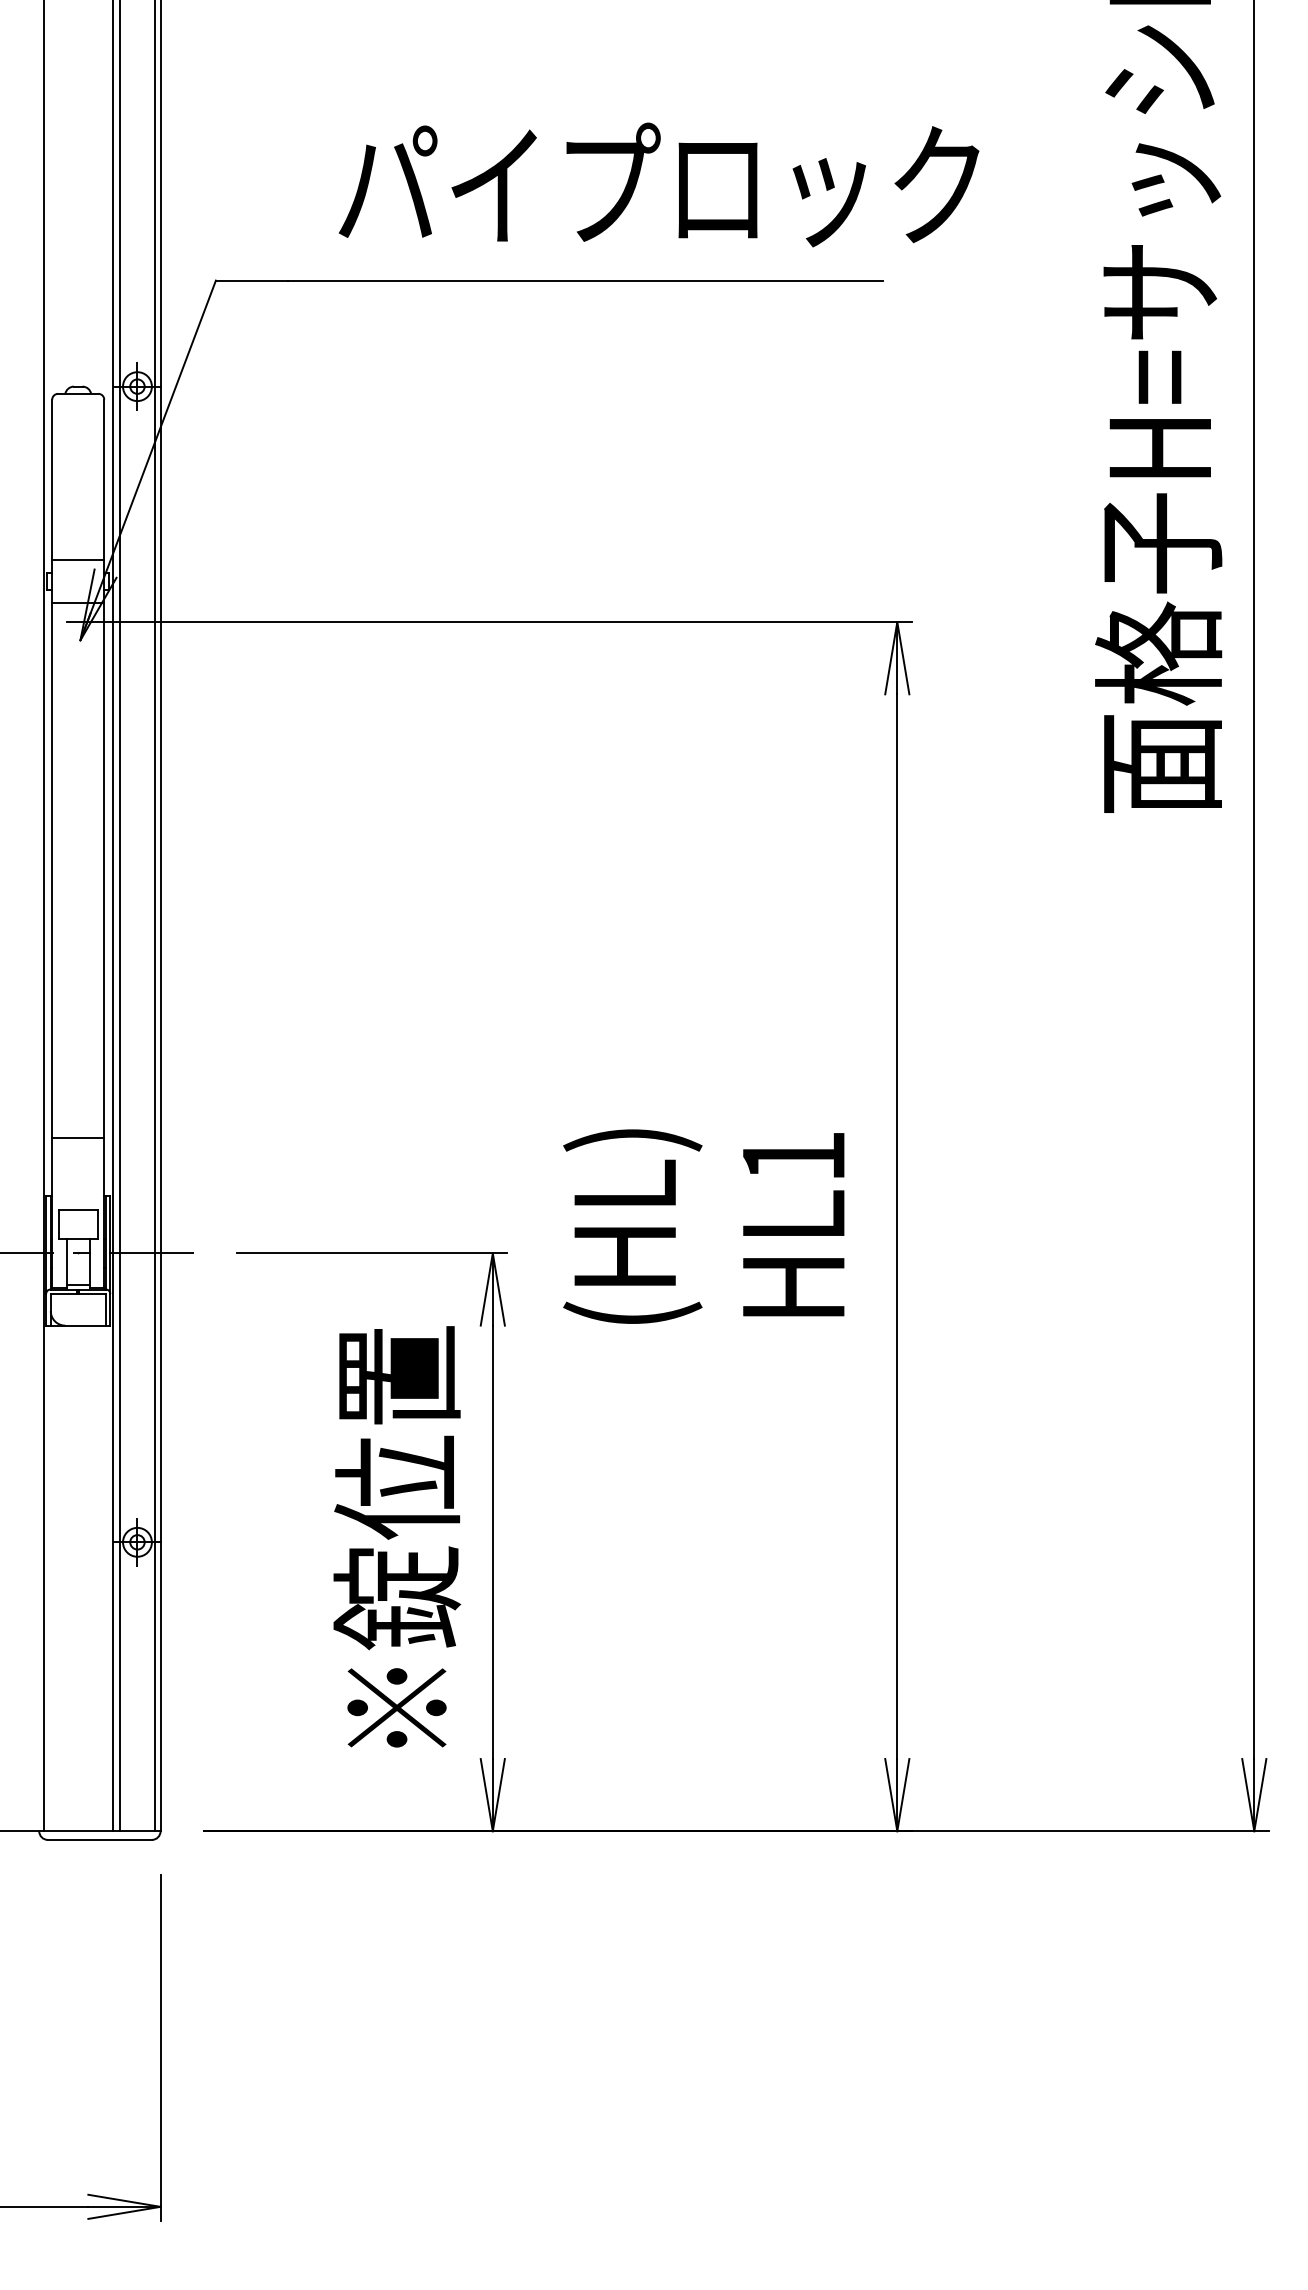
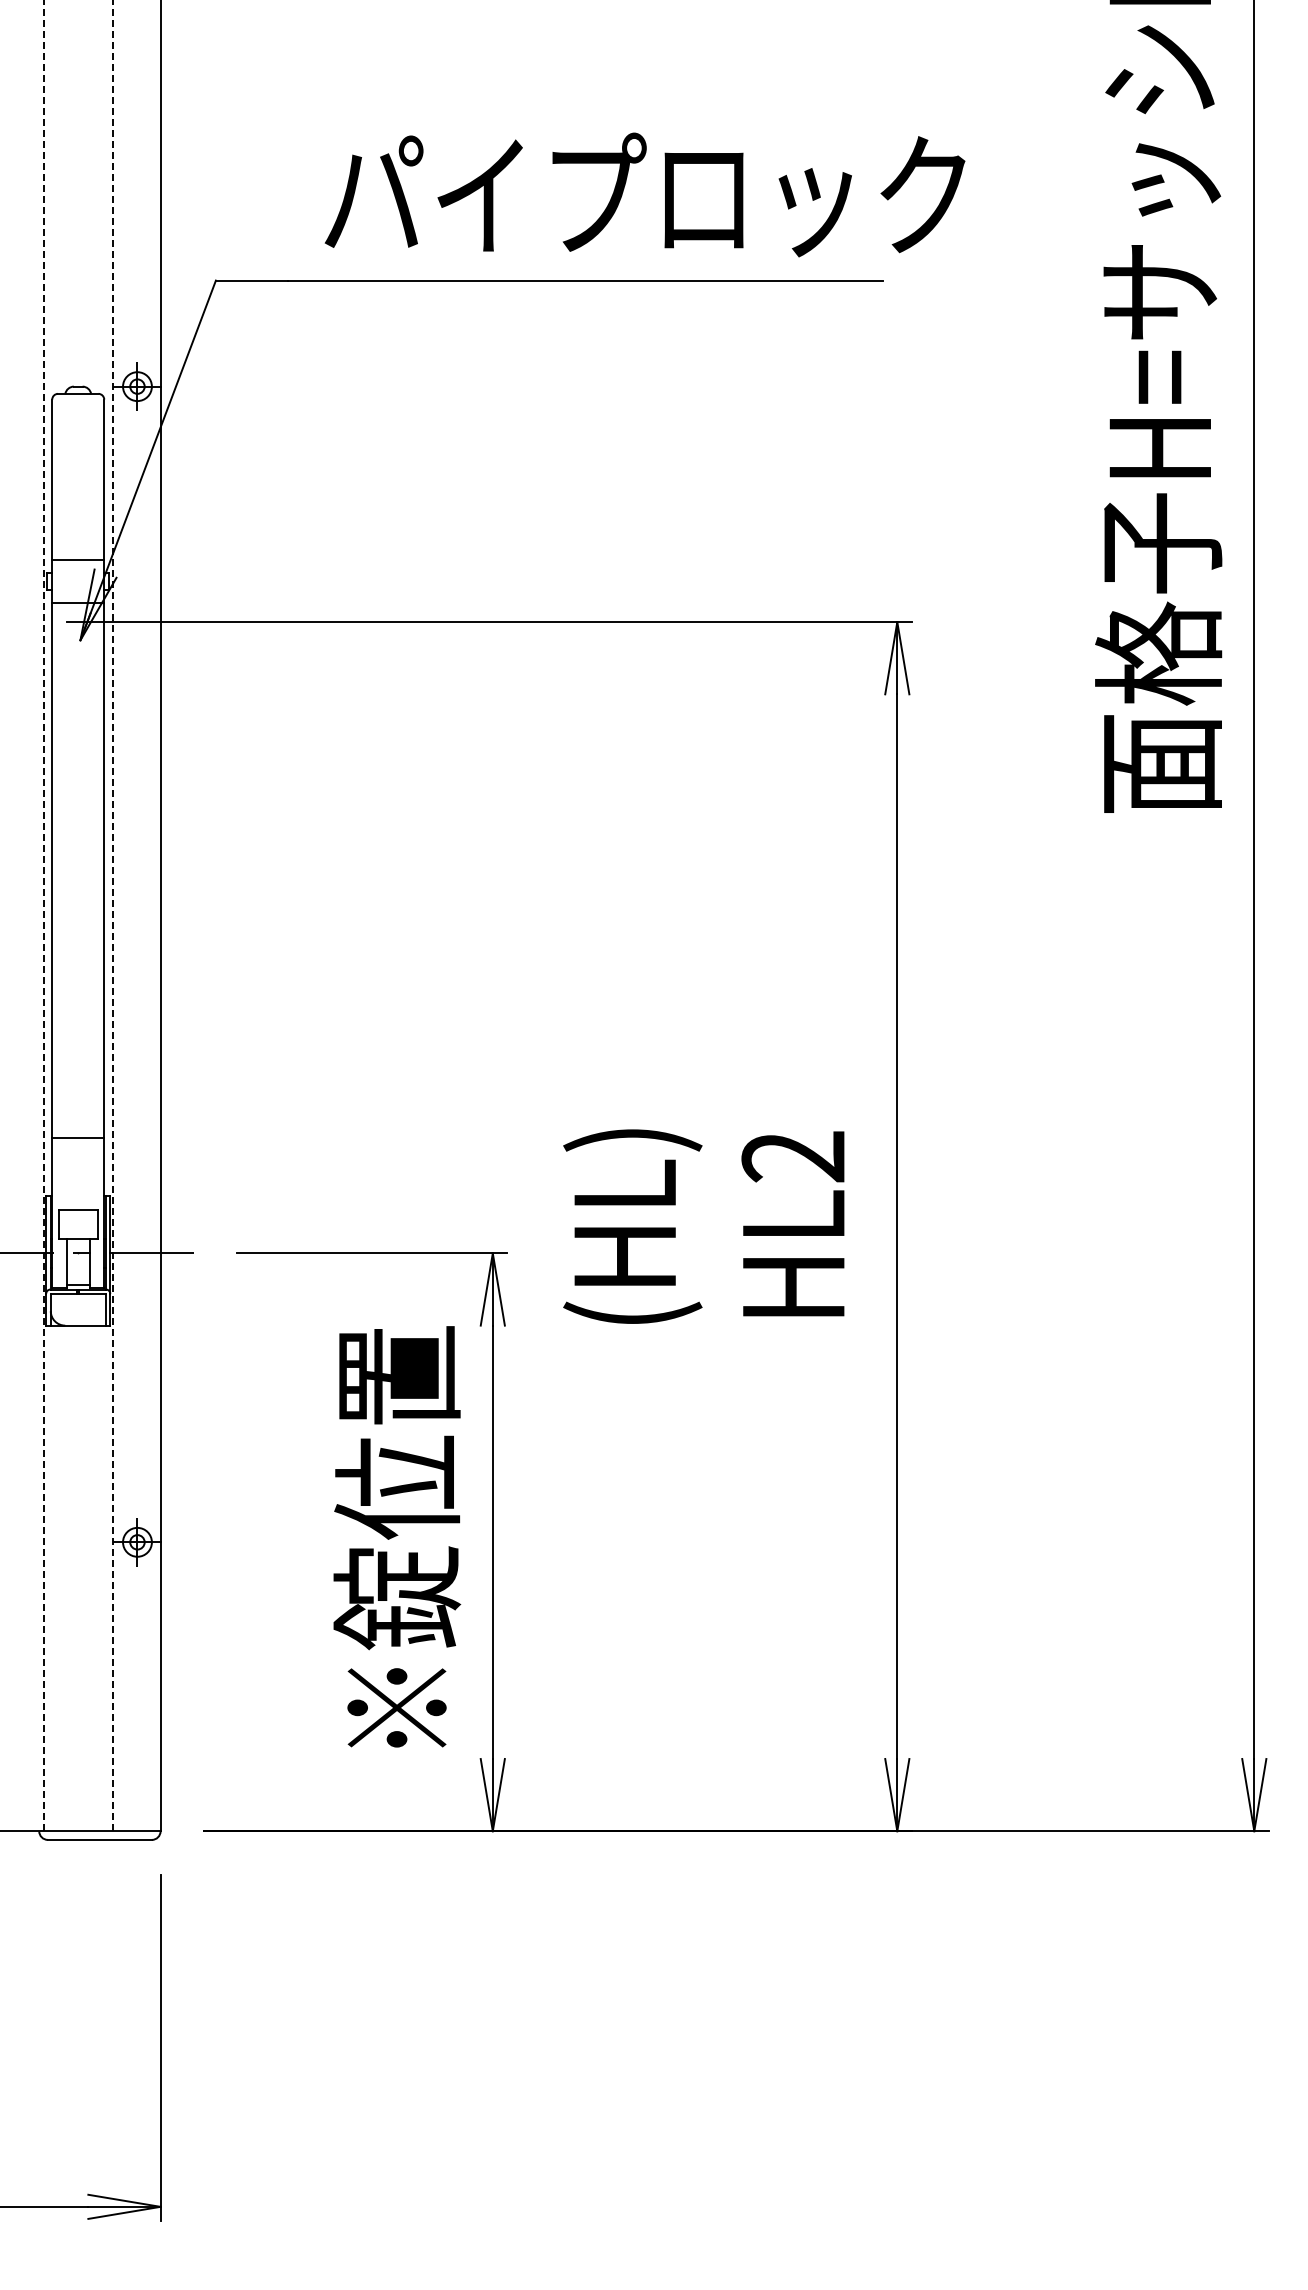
text at (658, 184) position: (658, 184) -> (644, 194)
line at (43, 915): solid -> dashed
line at (112, 915): solid -> dashed
line at (120, 916): present -> none
line at (154, 916): present -> none
text at (792, 1156): HL1 -> HL2
